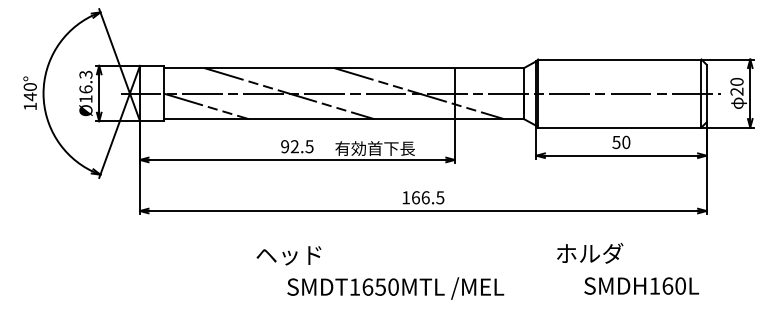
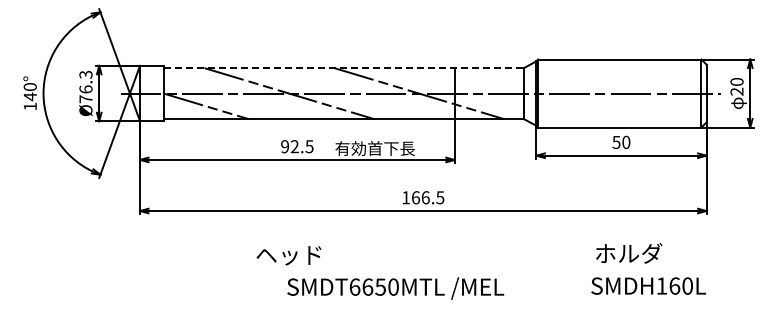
line at (344, 68): solid -> dashed
text at (85, 99): Ø16.3 -> Ø76.3
text at (590, 253) position: (590, 253) -> (629, 253)
text at (641, 285) position: (641, 285) -> (648, 285)
text at (354, 286): SMDT1650MTL -> SMDT6650MTL
